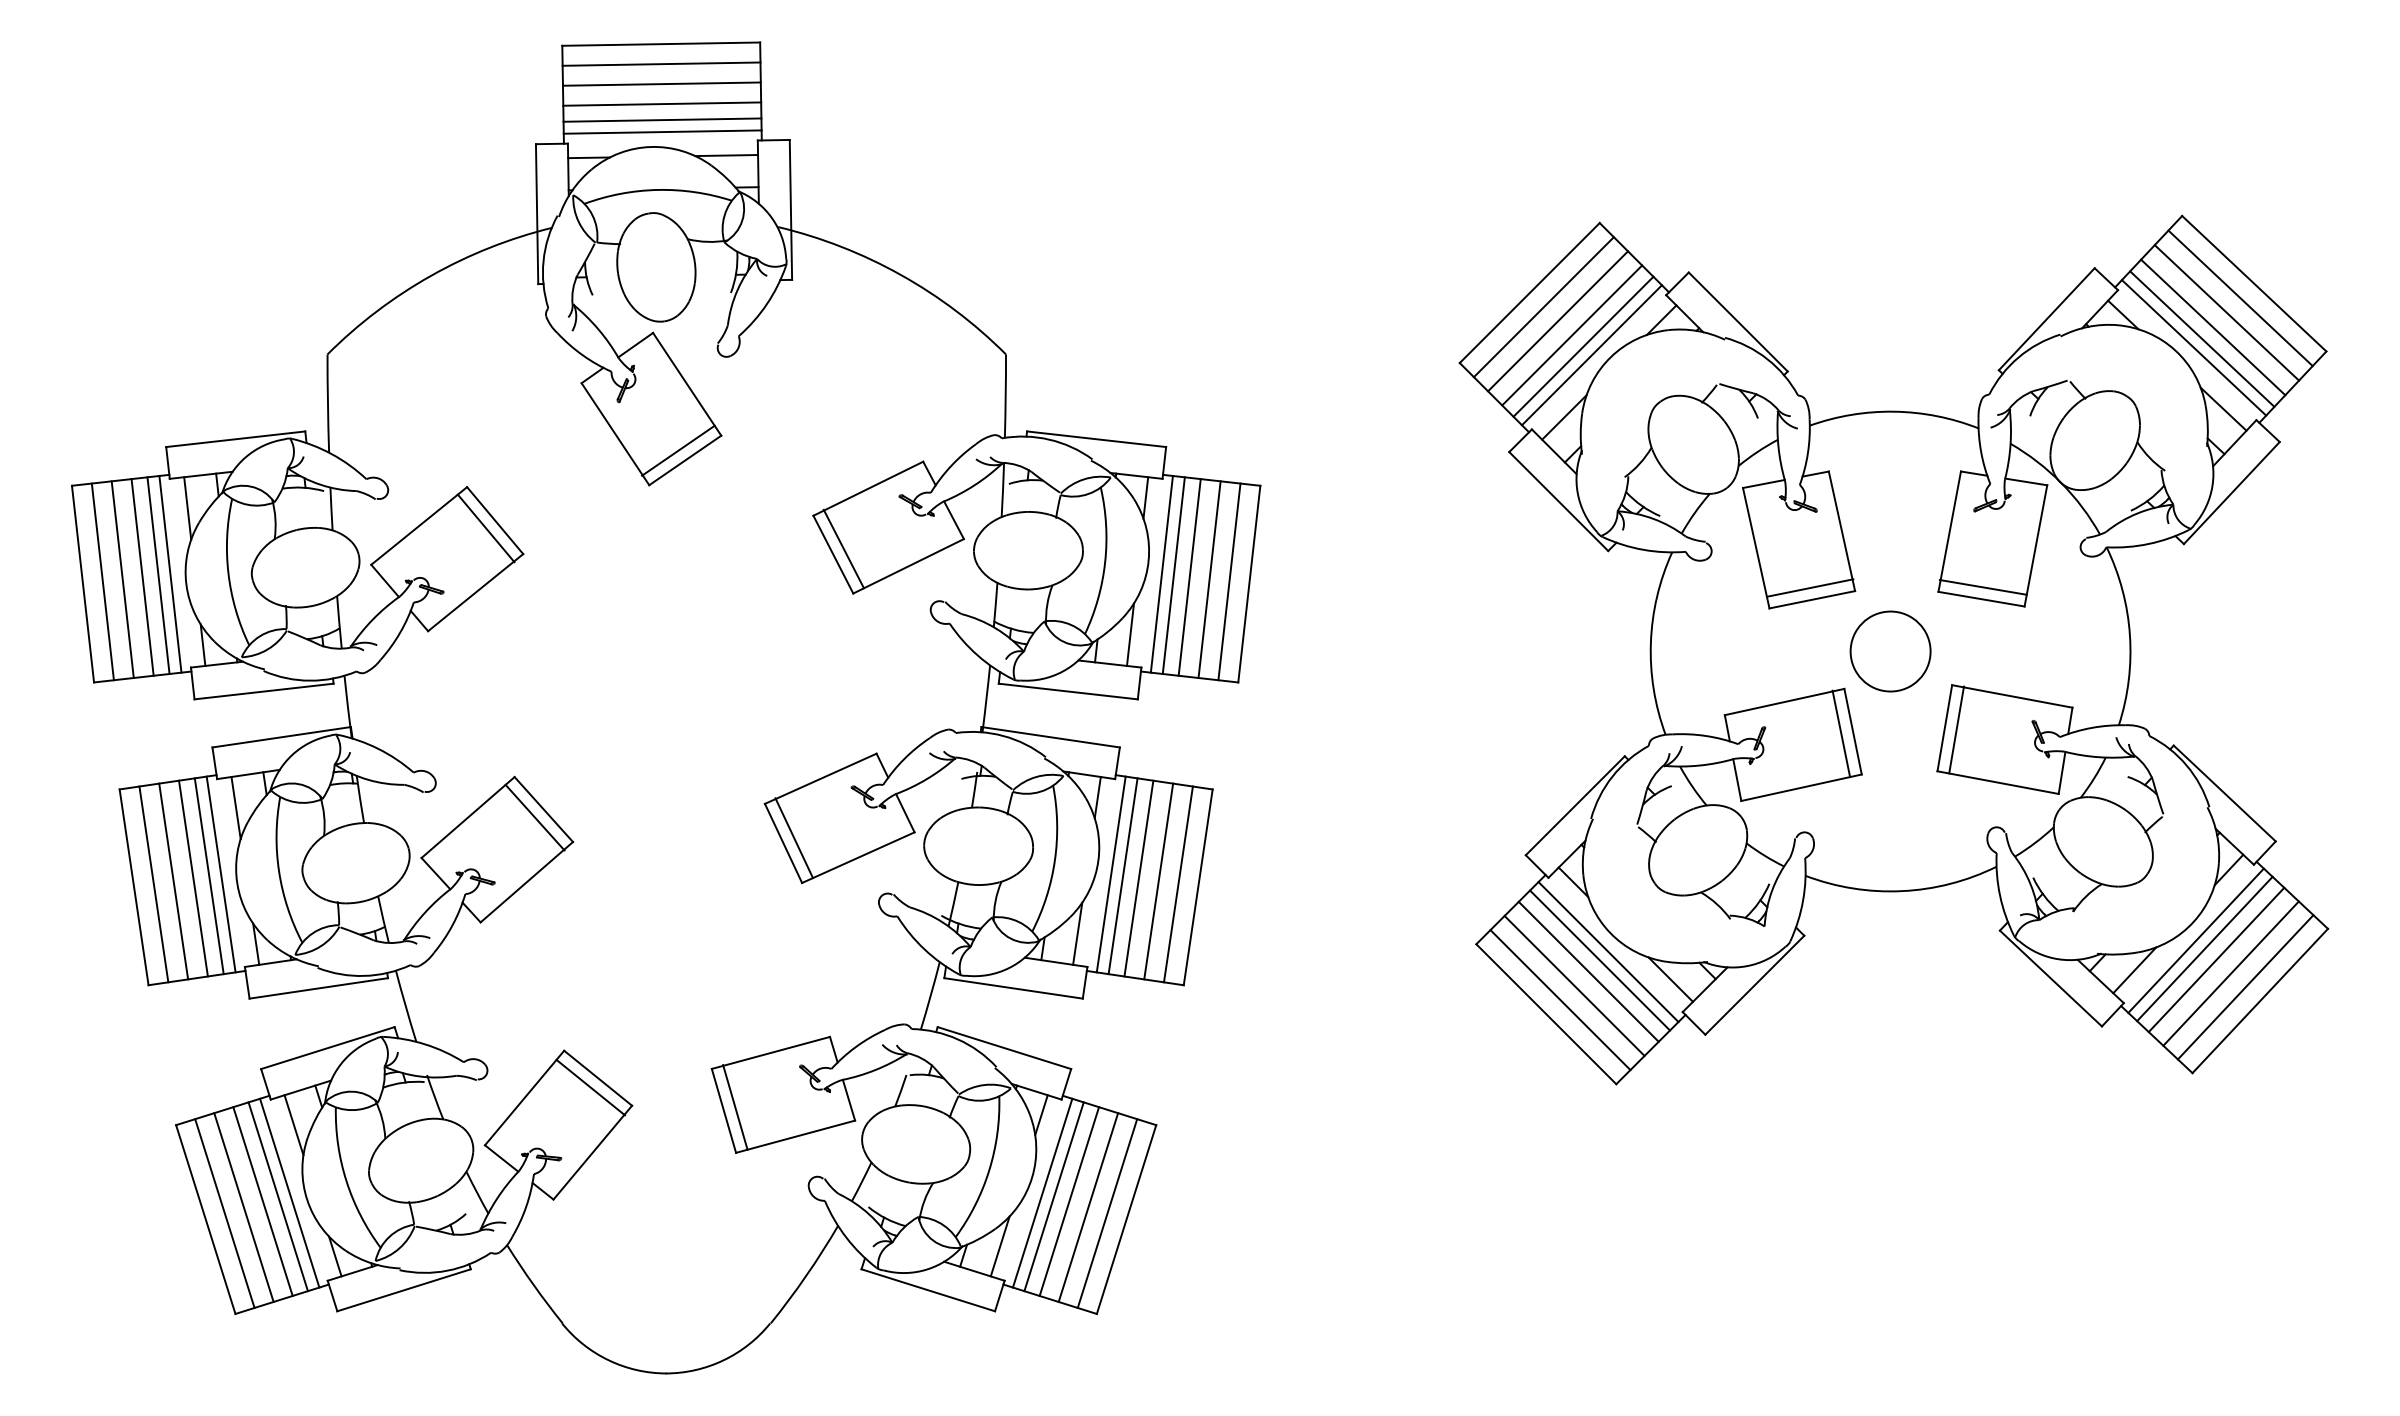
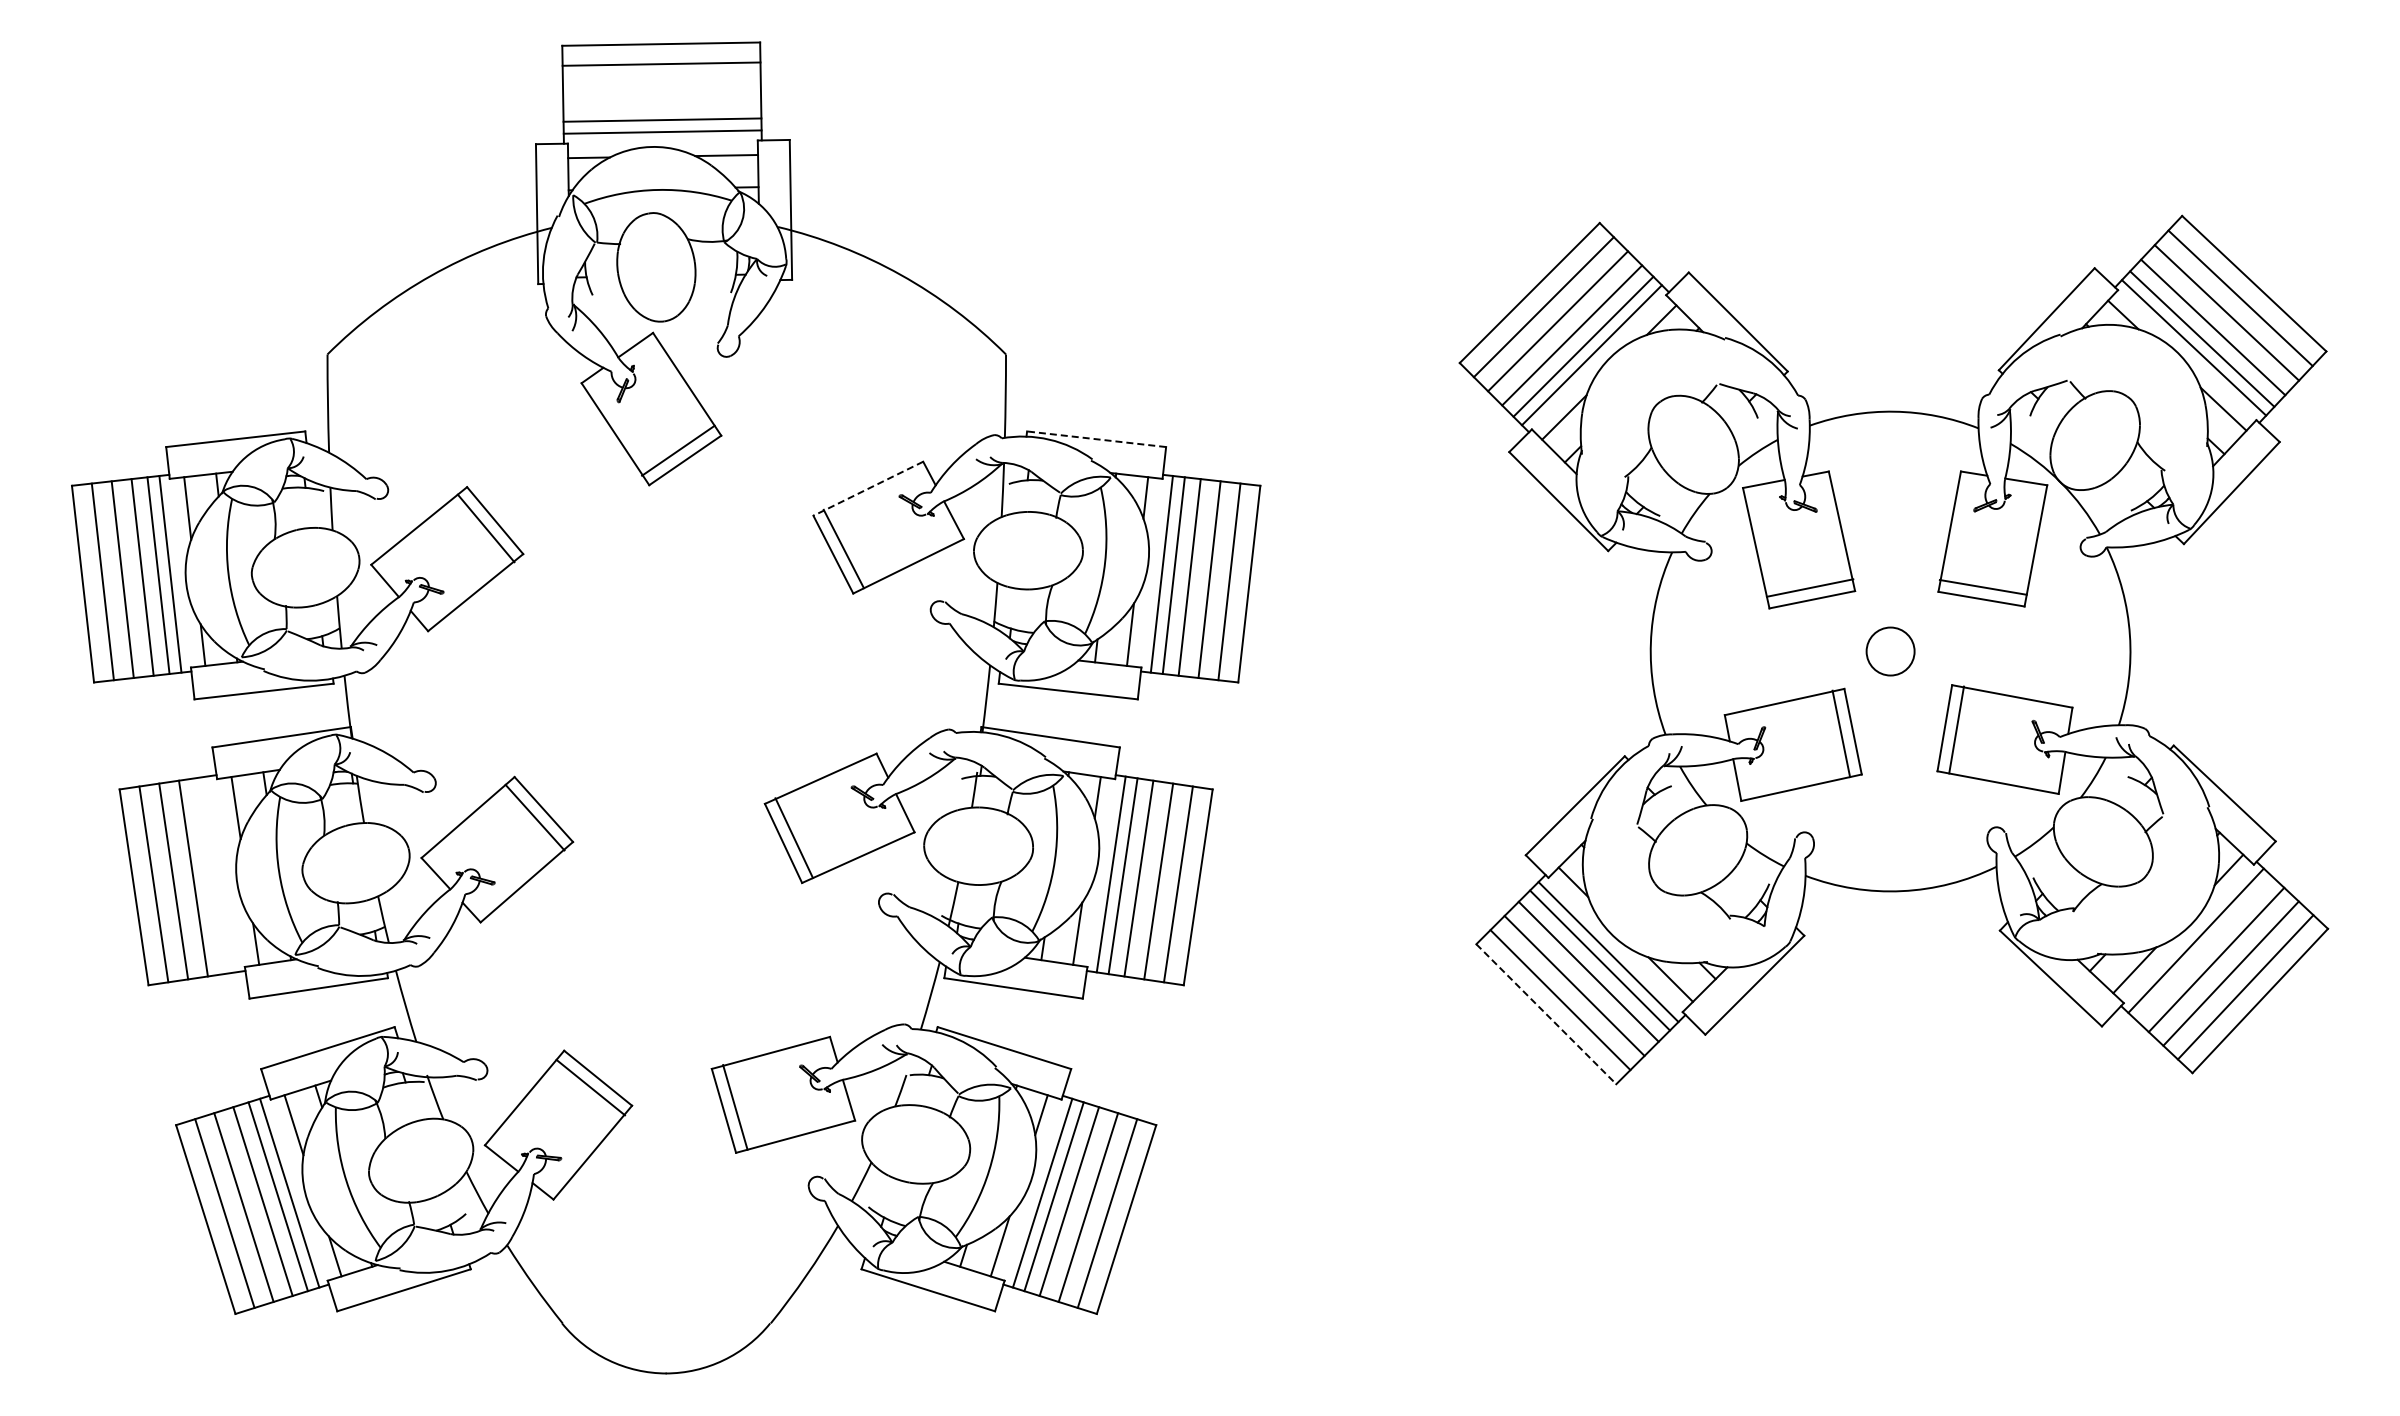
line at (661, 83): present -> none
line at (662, 103): present -> none
line at (1096, 439): solid -> dashed
line at (867, 488): solid -> dashed
circle at (1890, 651) diameter: 80 px -> 48 px
line at (220, 874): present -> none
line at (208, 876): present -> none
line at (2204, 948): present -> none
line at (1546, 1014): solid -> dashed
